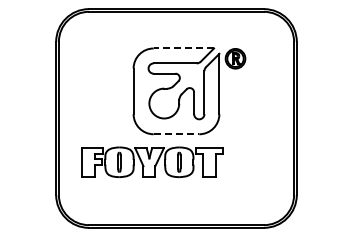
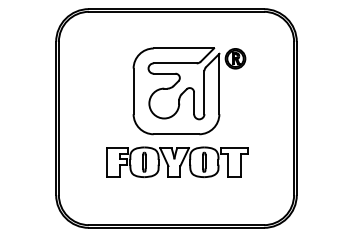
line at (183, 48): dashed -> solid
line at (176, 134): dashed -> solid
part at (152, 161) position: (152, 161) -> (177, 161)
